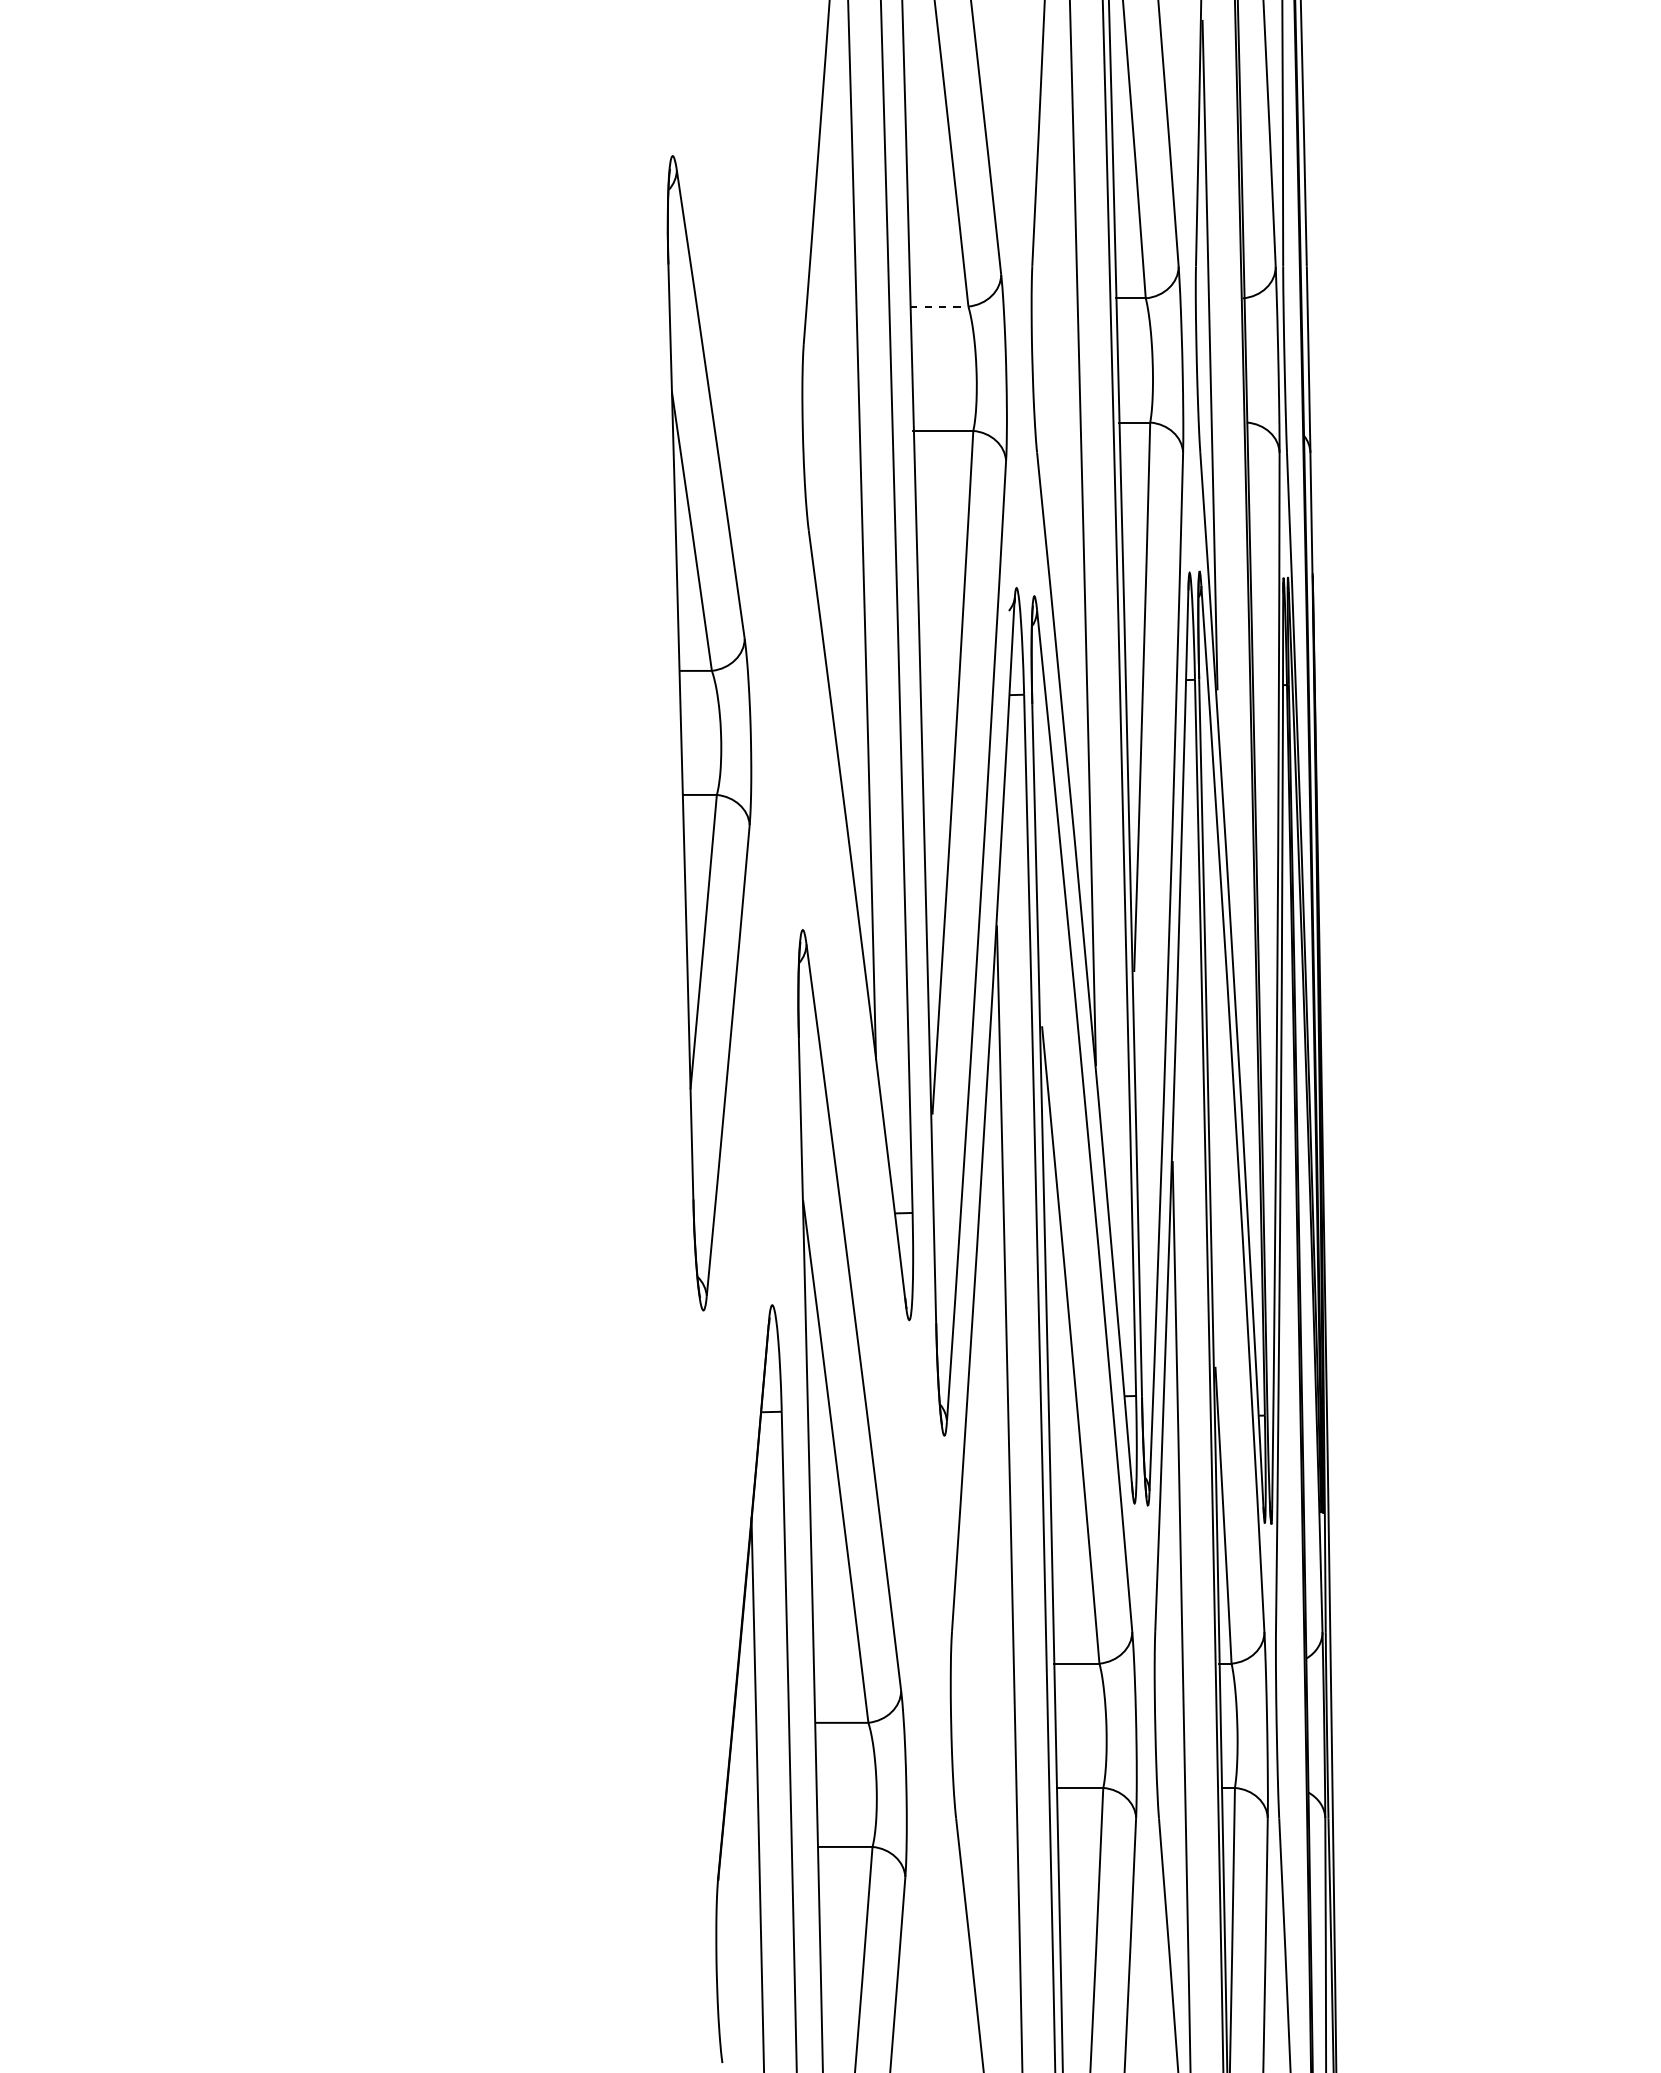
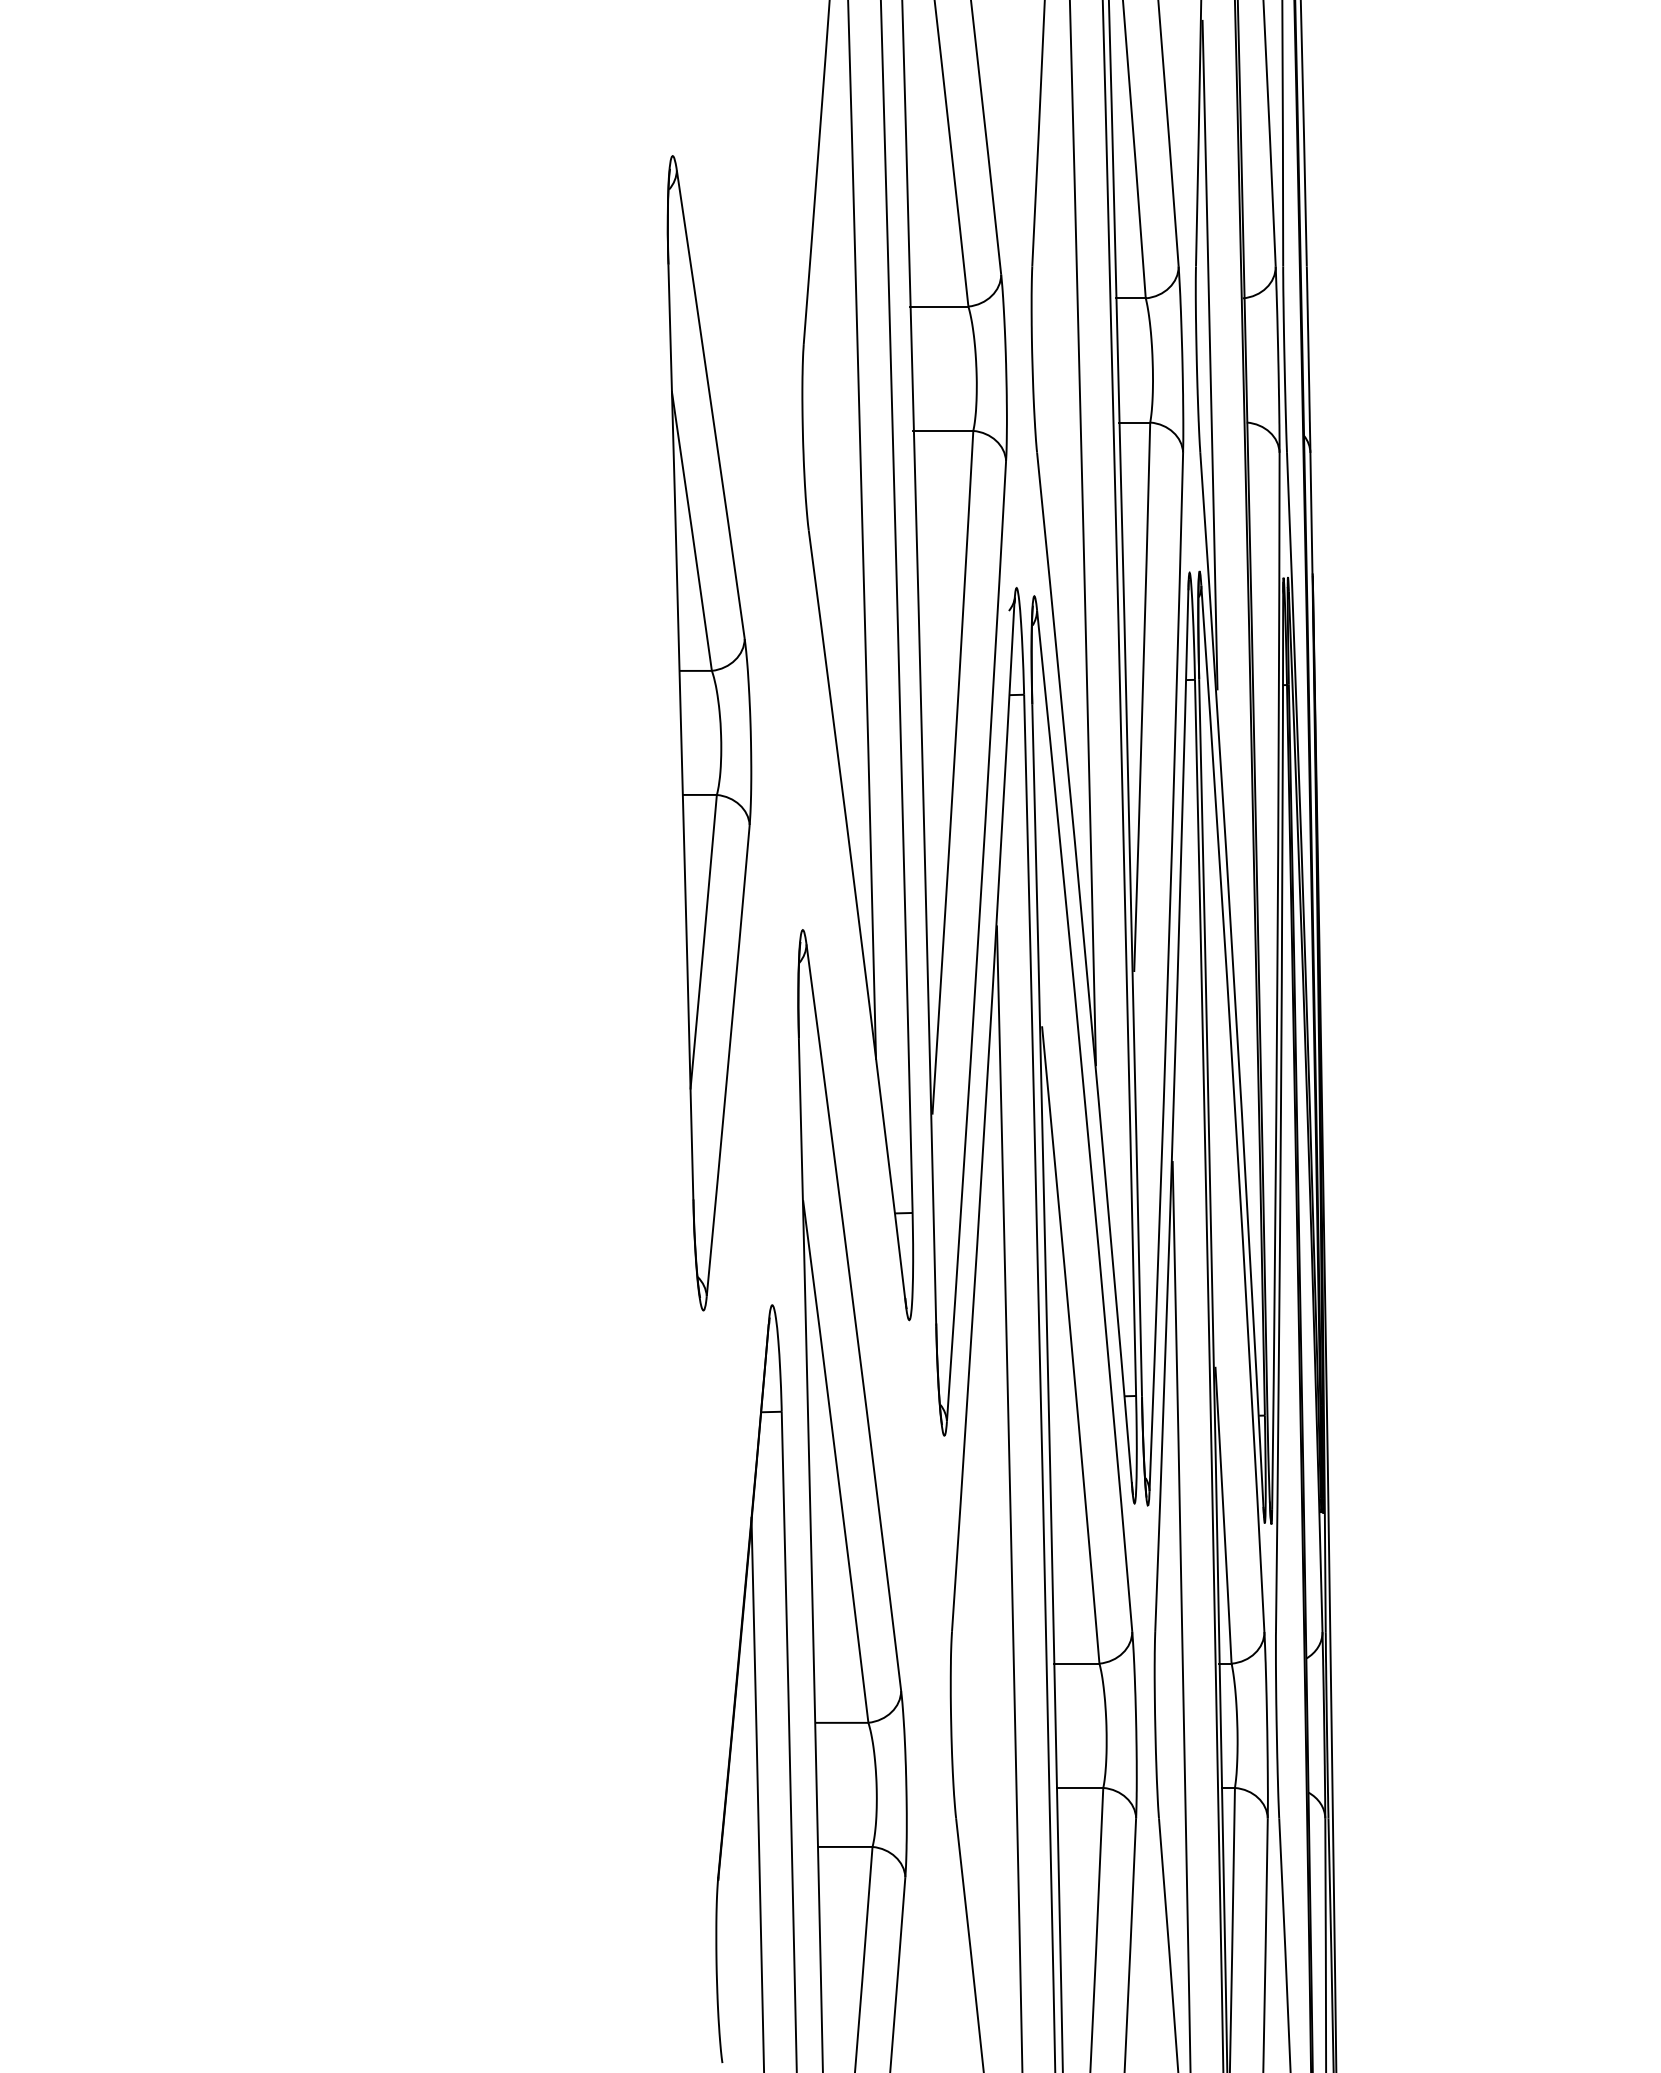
line at (939, 306): dashed -> solid
